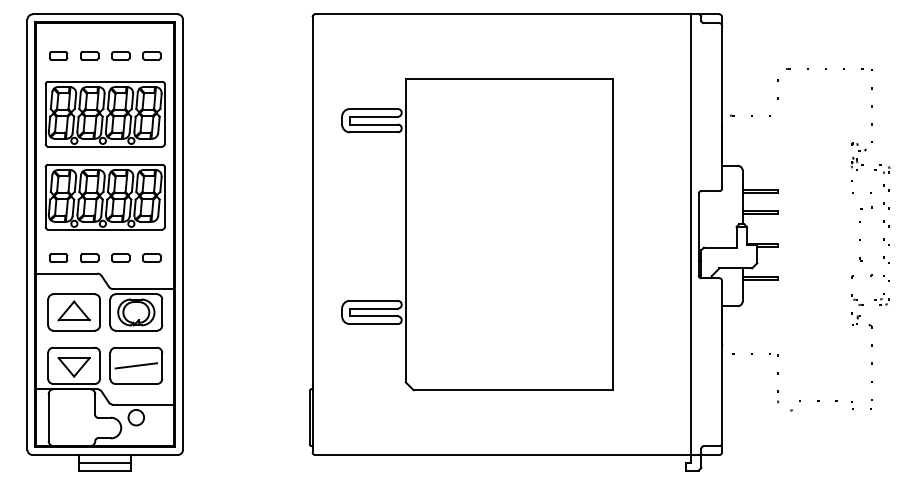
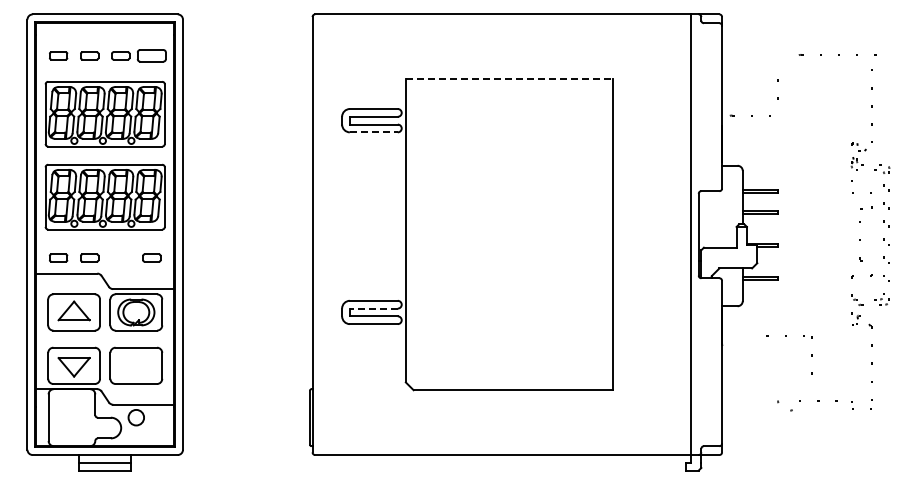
part at (151, 55) size: 20x10 px -> 31x14 px
part at (824, 68) position: (824, 68) -> (837, 54)
line at (509, 79): solid -> dashed
line at (373, 132): solid -> dashed
part at (120, 257): present -> none
line at (373, 308): solid -> dashed
part at (752, 354) position: (752, 354) -> (786, 336)
line at (136, 365): present -> none
